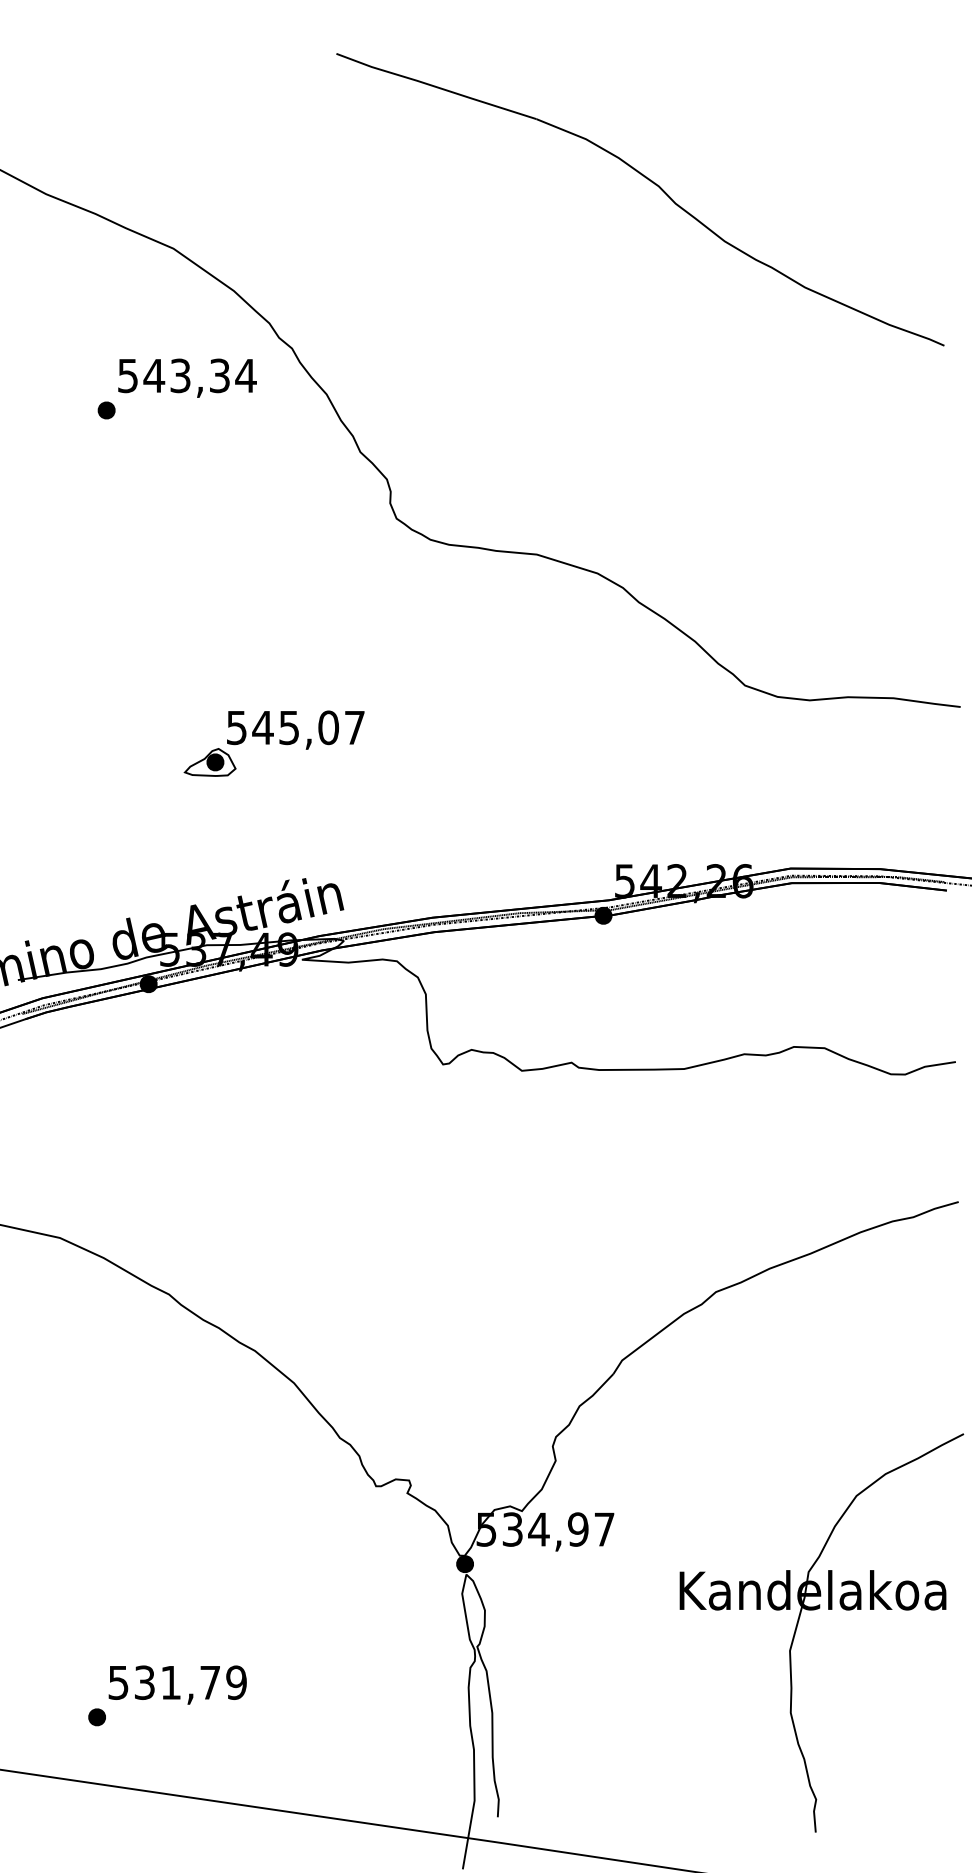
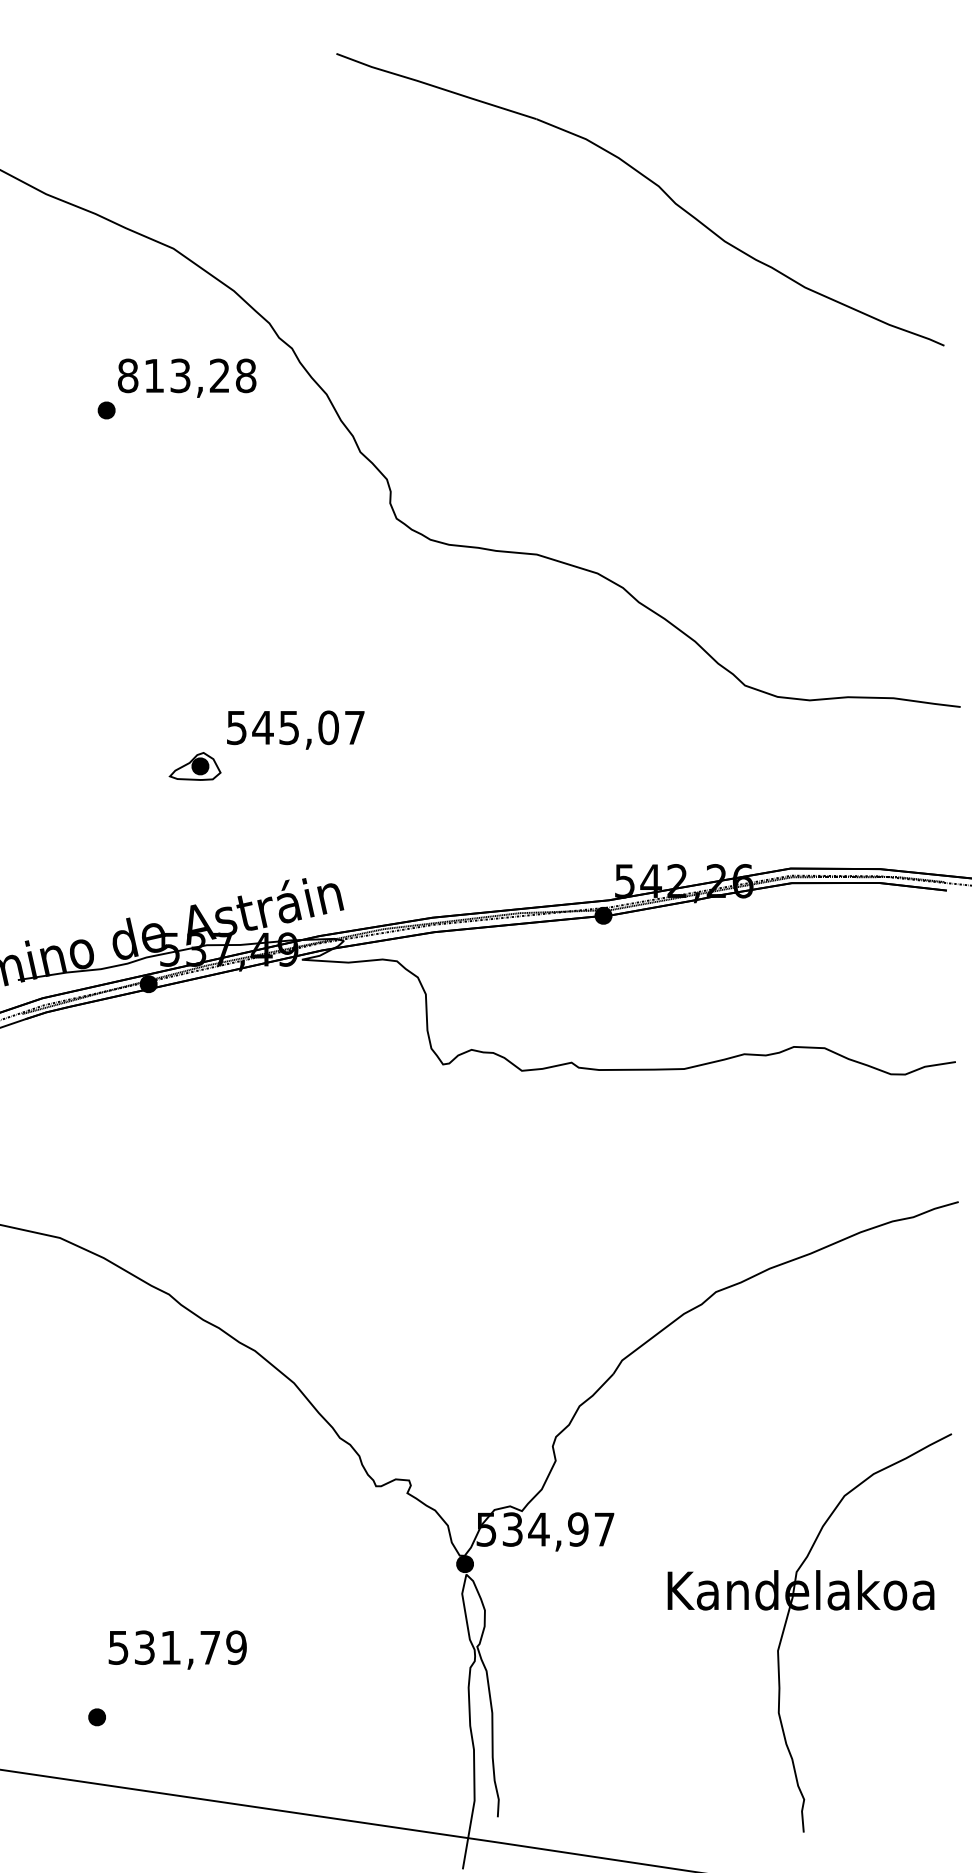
text at (186, 375): 543,34 -> 813,28
part at (209, 762) position: (209, 762) -> (194, 766)
part at (814, 1610) position: (814, 1610) -> (802, 1610)
text at (177, 1684) position: (177, 1684) -> (177, 1649)
